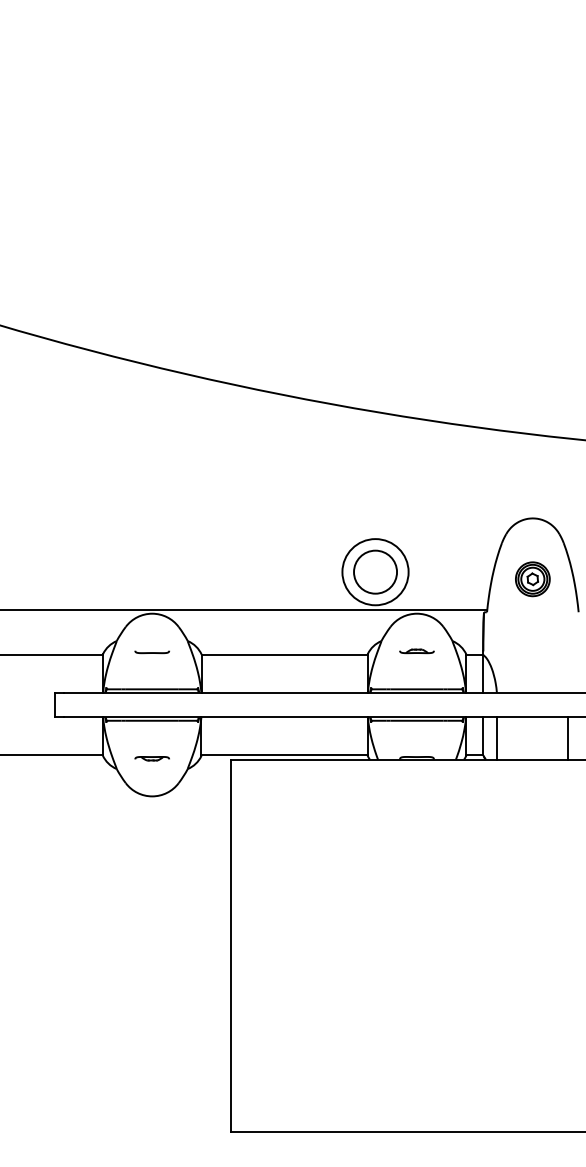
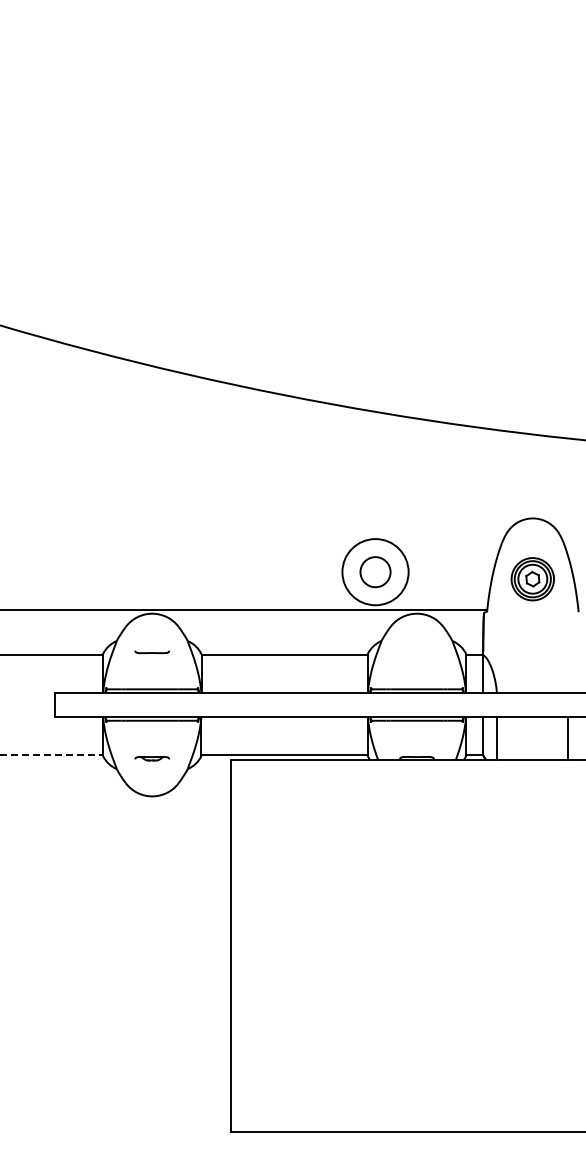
circle at (375, 571) diameter: 43 px -> 30 px
part at (532, 579) size: 36x37 px -> 45x45 px
part at (416, 651): present -> none
line at (51, 754): solid -> dashed
